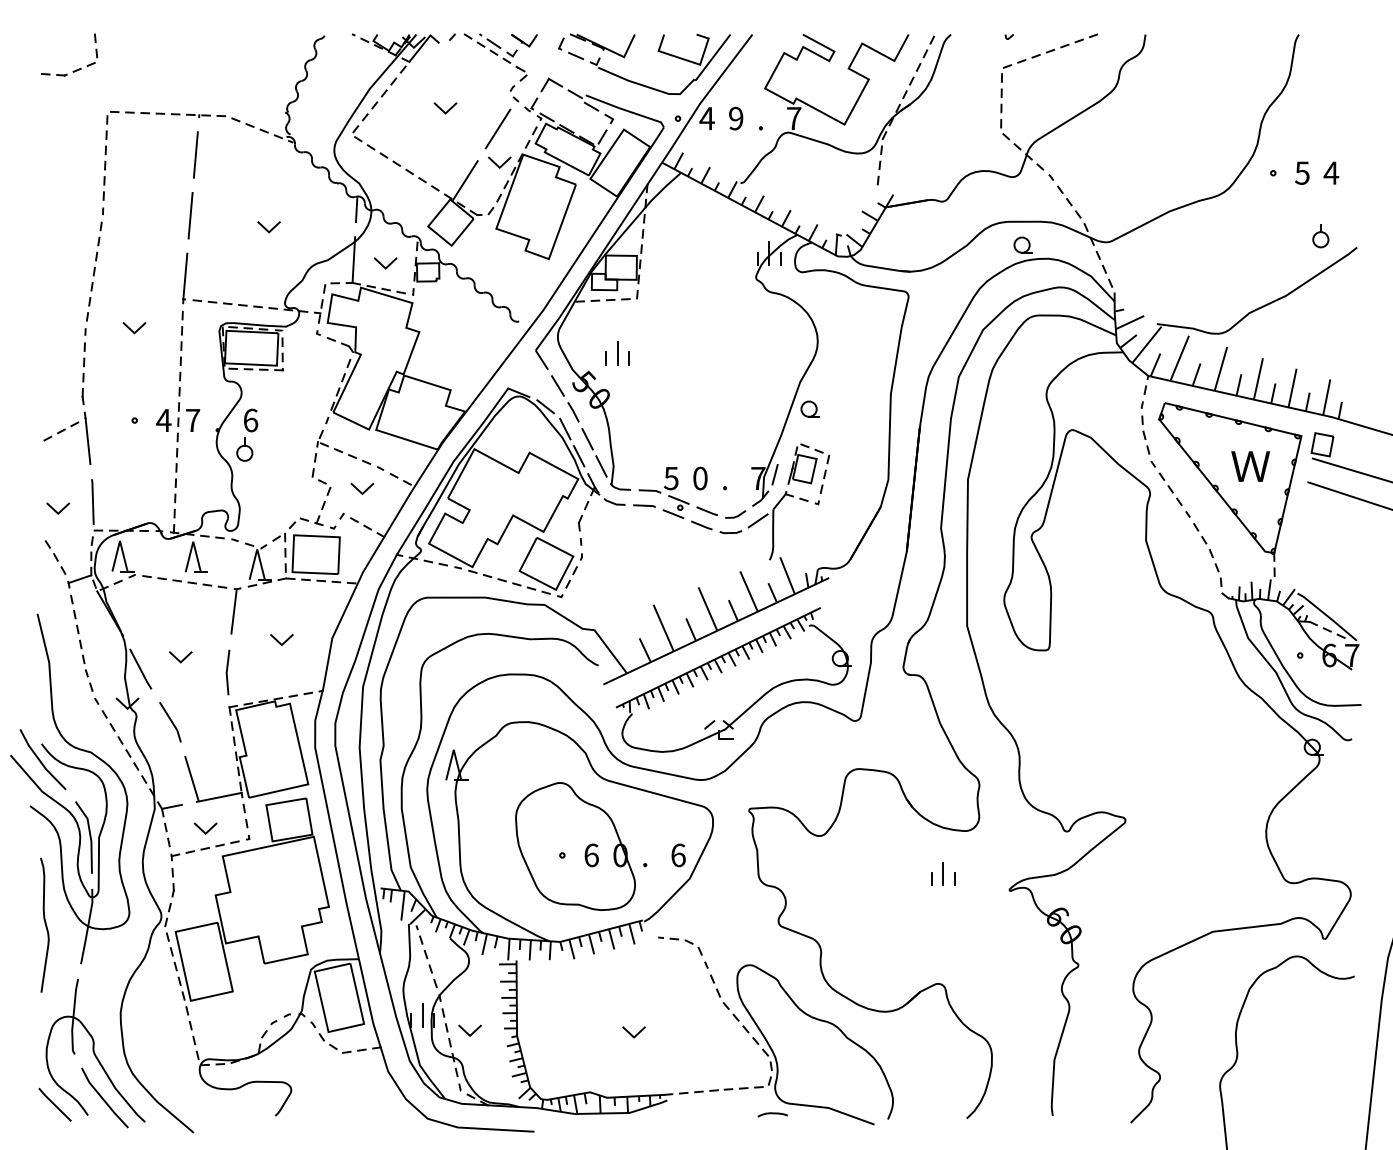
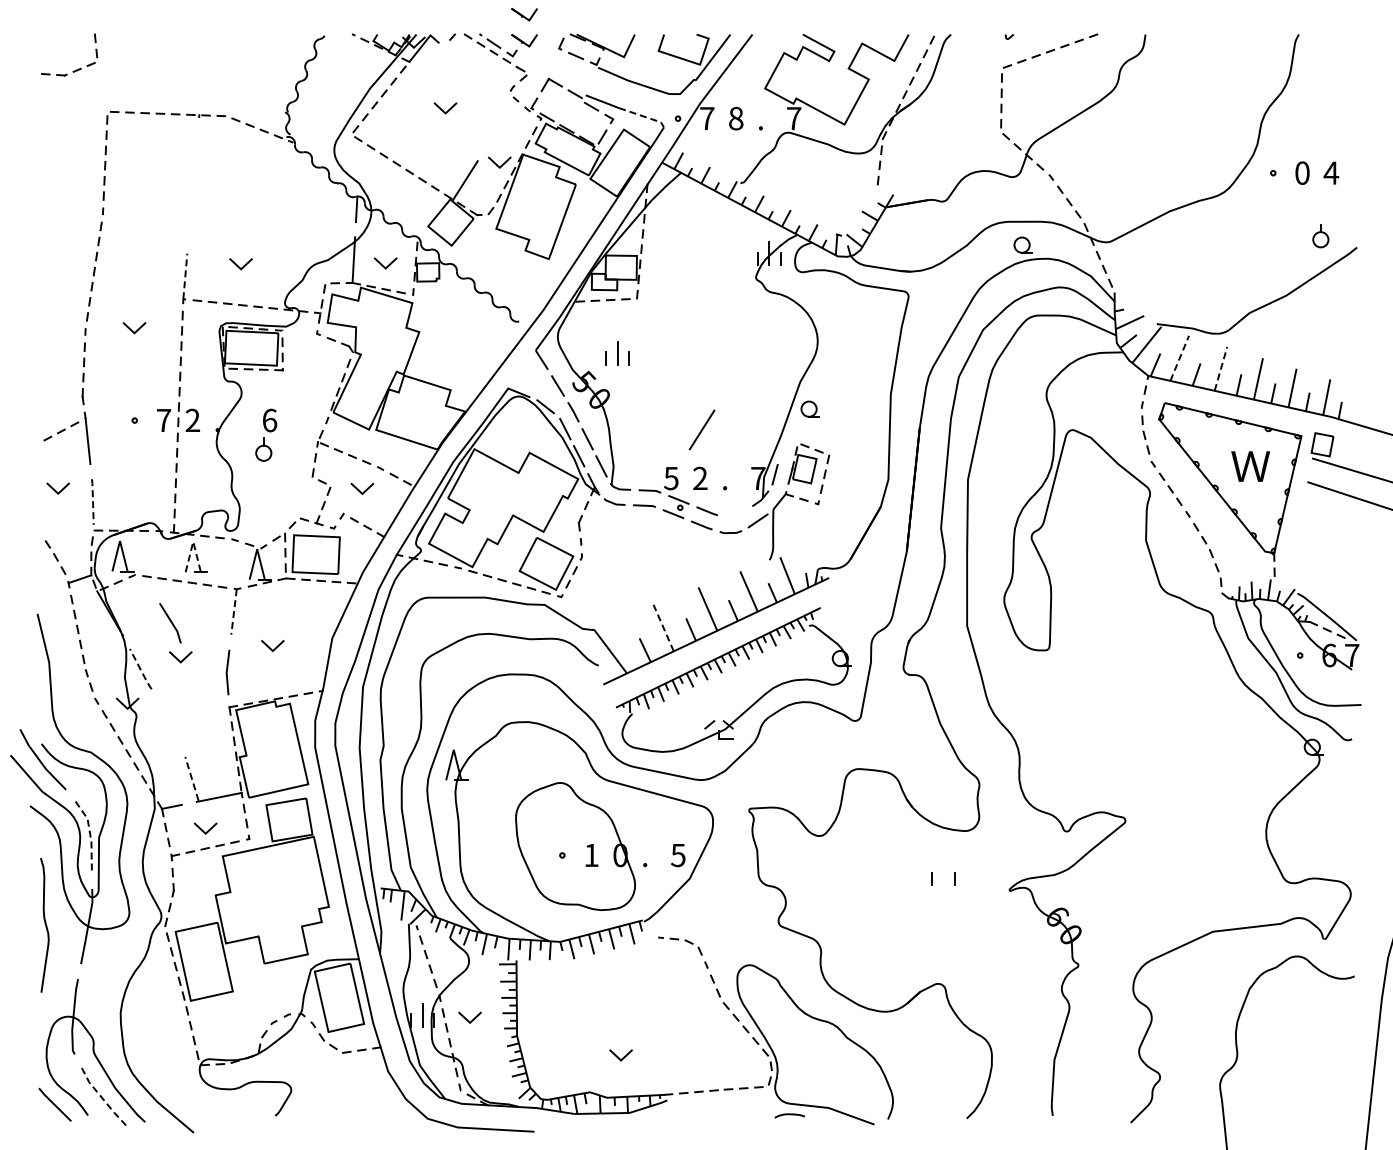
part at (524, 14): none -> present
line at (643, 116): solid -> dashed
text at (706, 118): 4 -> 7
text at (736, 118): 9 -> 8
line at (497, 128) position: (497, 128) -> (701, 429)
line at (195, 154): present -> none
text at (1302, 172): 5 -> 0
line at (190, 215): present -> none
line at (266, 228) position: (266, 228) -> (238, 265)
line at (185, 276): solid -> dashed
line at (1179, 357): solid -> dashed
line at (1220, 368): solid -> dashed
text at (192, 419): 7 -> 2
text at (163, 420): 4 -> 7
part at (247, 434) position: (247, 434) -> (266, 434)
text at (700, 478): 0 -> 2
line at (93, 501): solid -> dashed
line at (55, 509) position: (55, 509) -> (55, 489)
line at (736, 515): present -> none
line at (193, 541): solid -> dashed
line at (234, 611): solid -> dashed
line at (663, 627): solid -> dashed
line at (279, 641) position: (279, 641) -> (270, 647)
line at (140, 669): solid -> dashed
line at (170, 721) position: (170, 721) -> (170, 622)
line at (191, 778): solid -> dashed
line at (90, 835): solid -> dashed
text at (591, 855): 6 -> 1
text at (678, 855): 6 -> 5
line at (942, 873): present -> none
line at (467, 1032) position: (467, 1032) -> (467, 1019)
line at (631, 1033) position: (631, 1033) -> (618, 1056)
line at (103, 1099): solid -> dashed
curve at (772, 1114) position: (772, 1114) -> (789, 1115)
